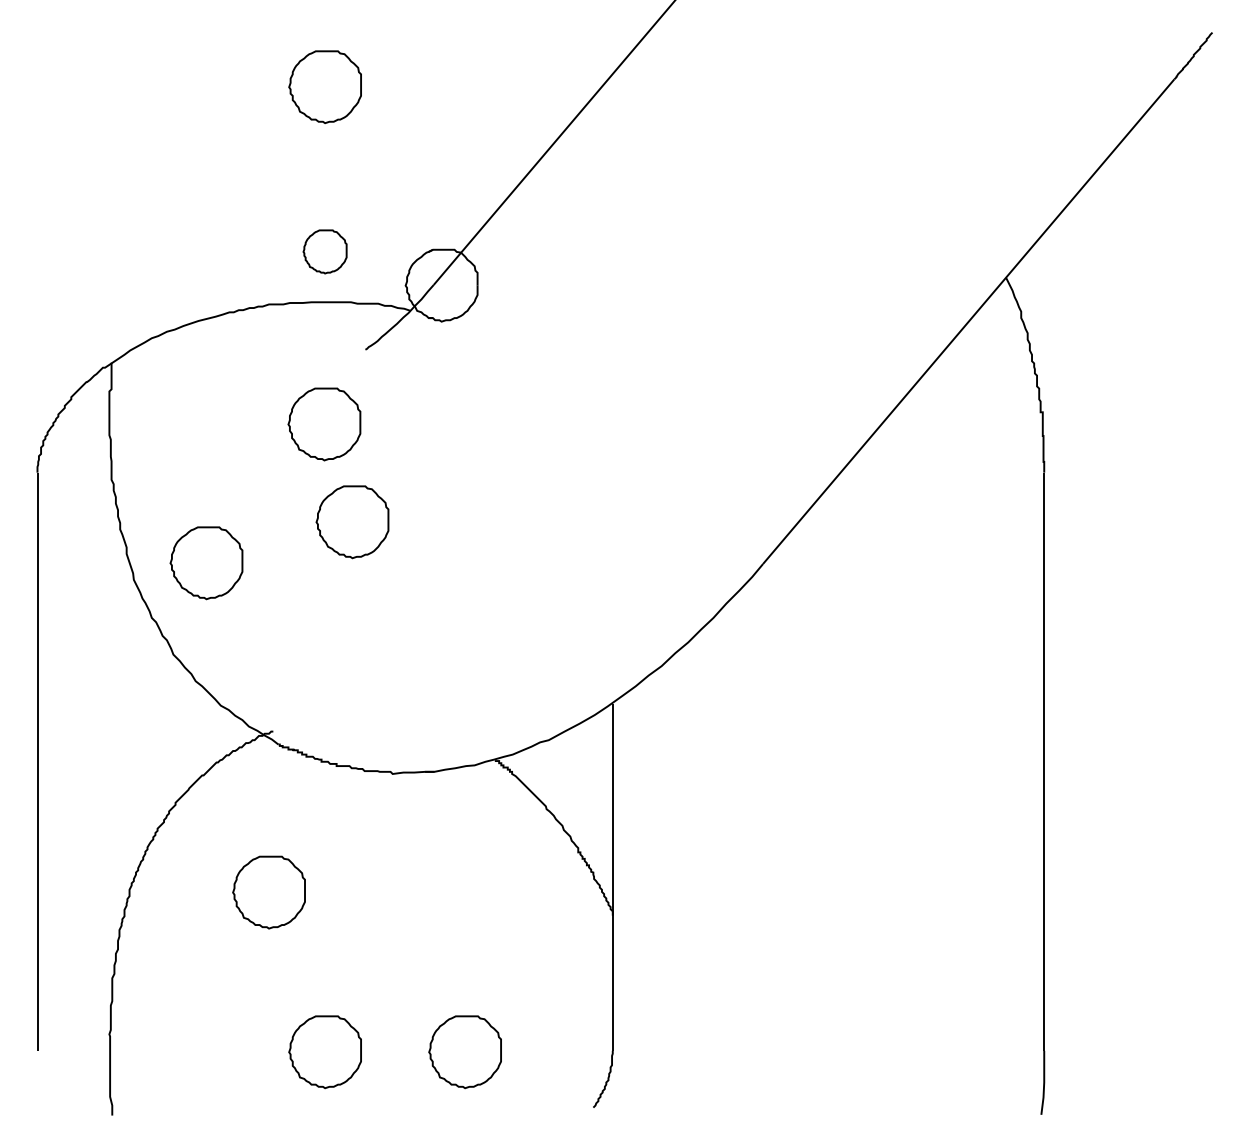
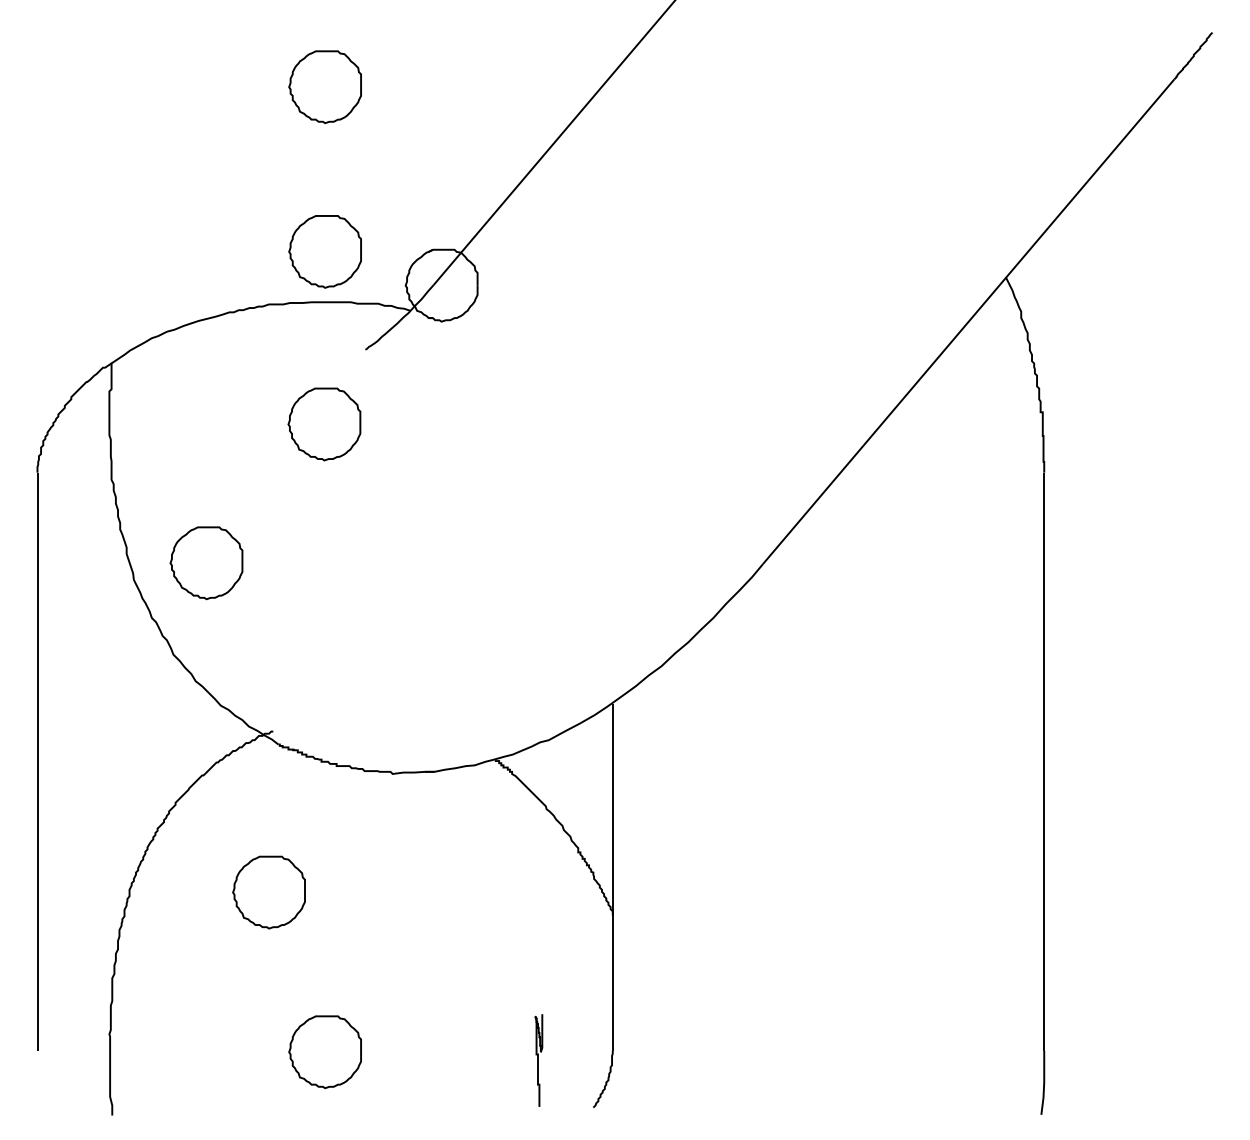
part at (324, 251) size: 46x46 px -> 74x74 px
part at (352, 522): present -> none
part at (464, 1052): present -> none
part at (538, 1060): none -> present
